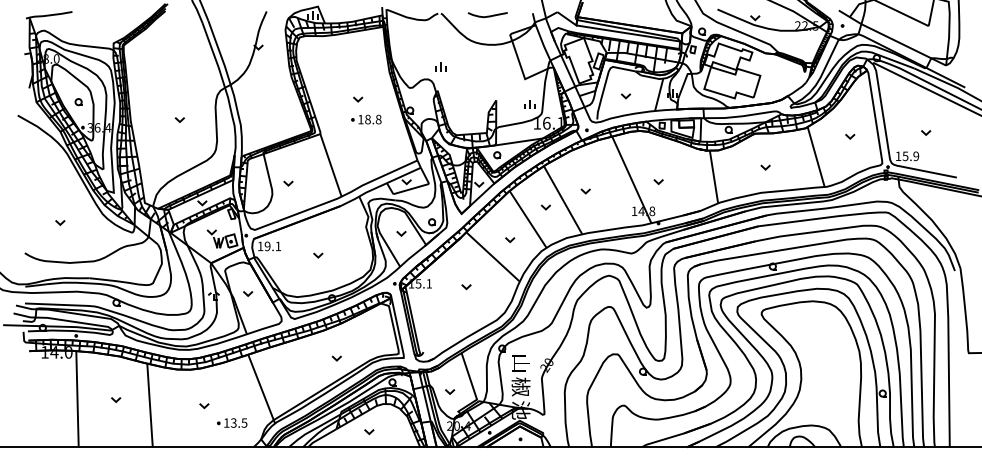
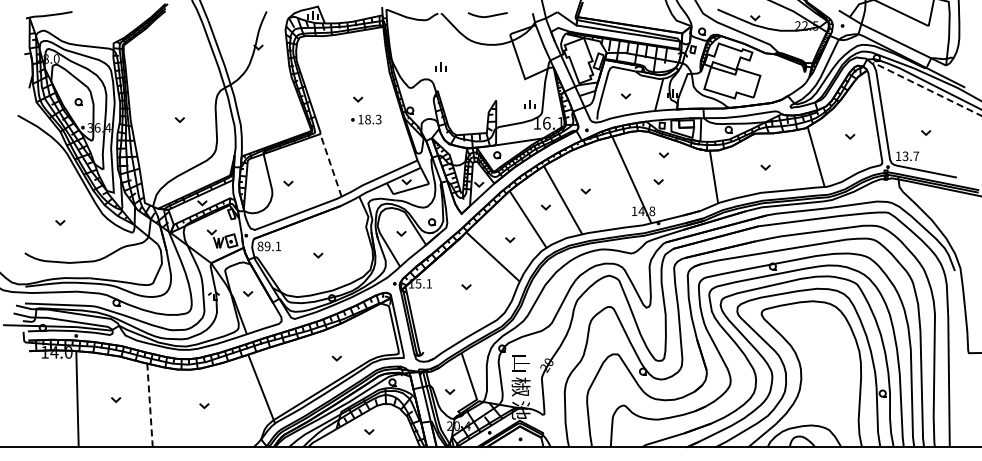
line at (927, 89): solid -> dashed
text at (378, 119): 18.8 -> 18.3
part at (663, 155): none -> present
text at (911, 156): 15.9 -> 13.7
line at (330, 164): solid -> dashed
text at (260, 246): 19.1 -> 89.1
line at (150, 405): solid -> dashed
part at (232, 422): present -> none
